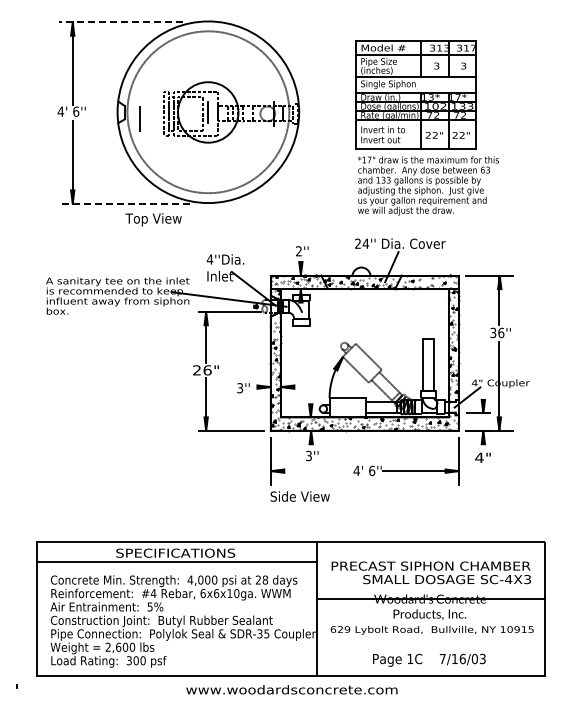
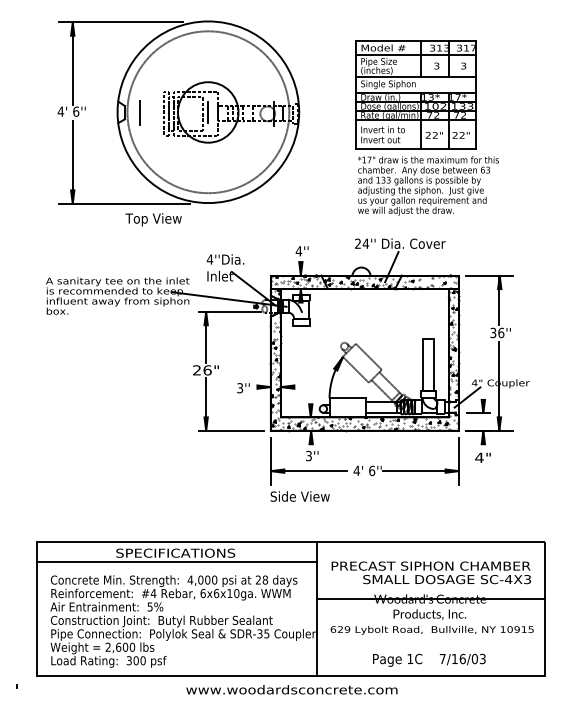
line at (121, 22): dashed -> solid
line at (139, 118) position: (139, 118) -> (139, 112)
line at (123, 203): dashed -> solid
text at (298, 251): 2'' -> 4''
line at (308, 471): none -> present
